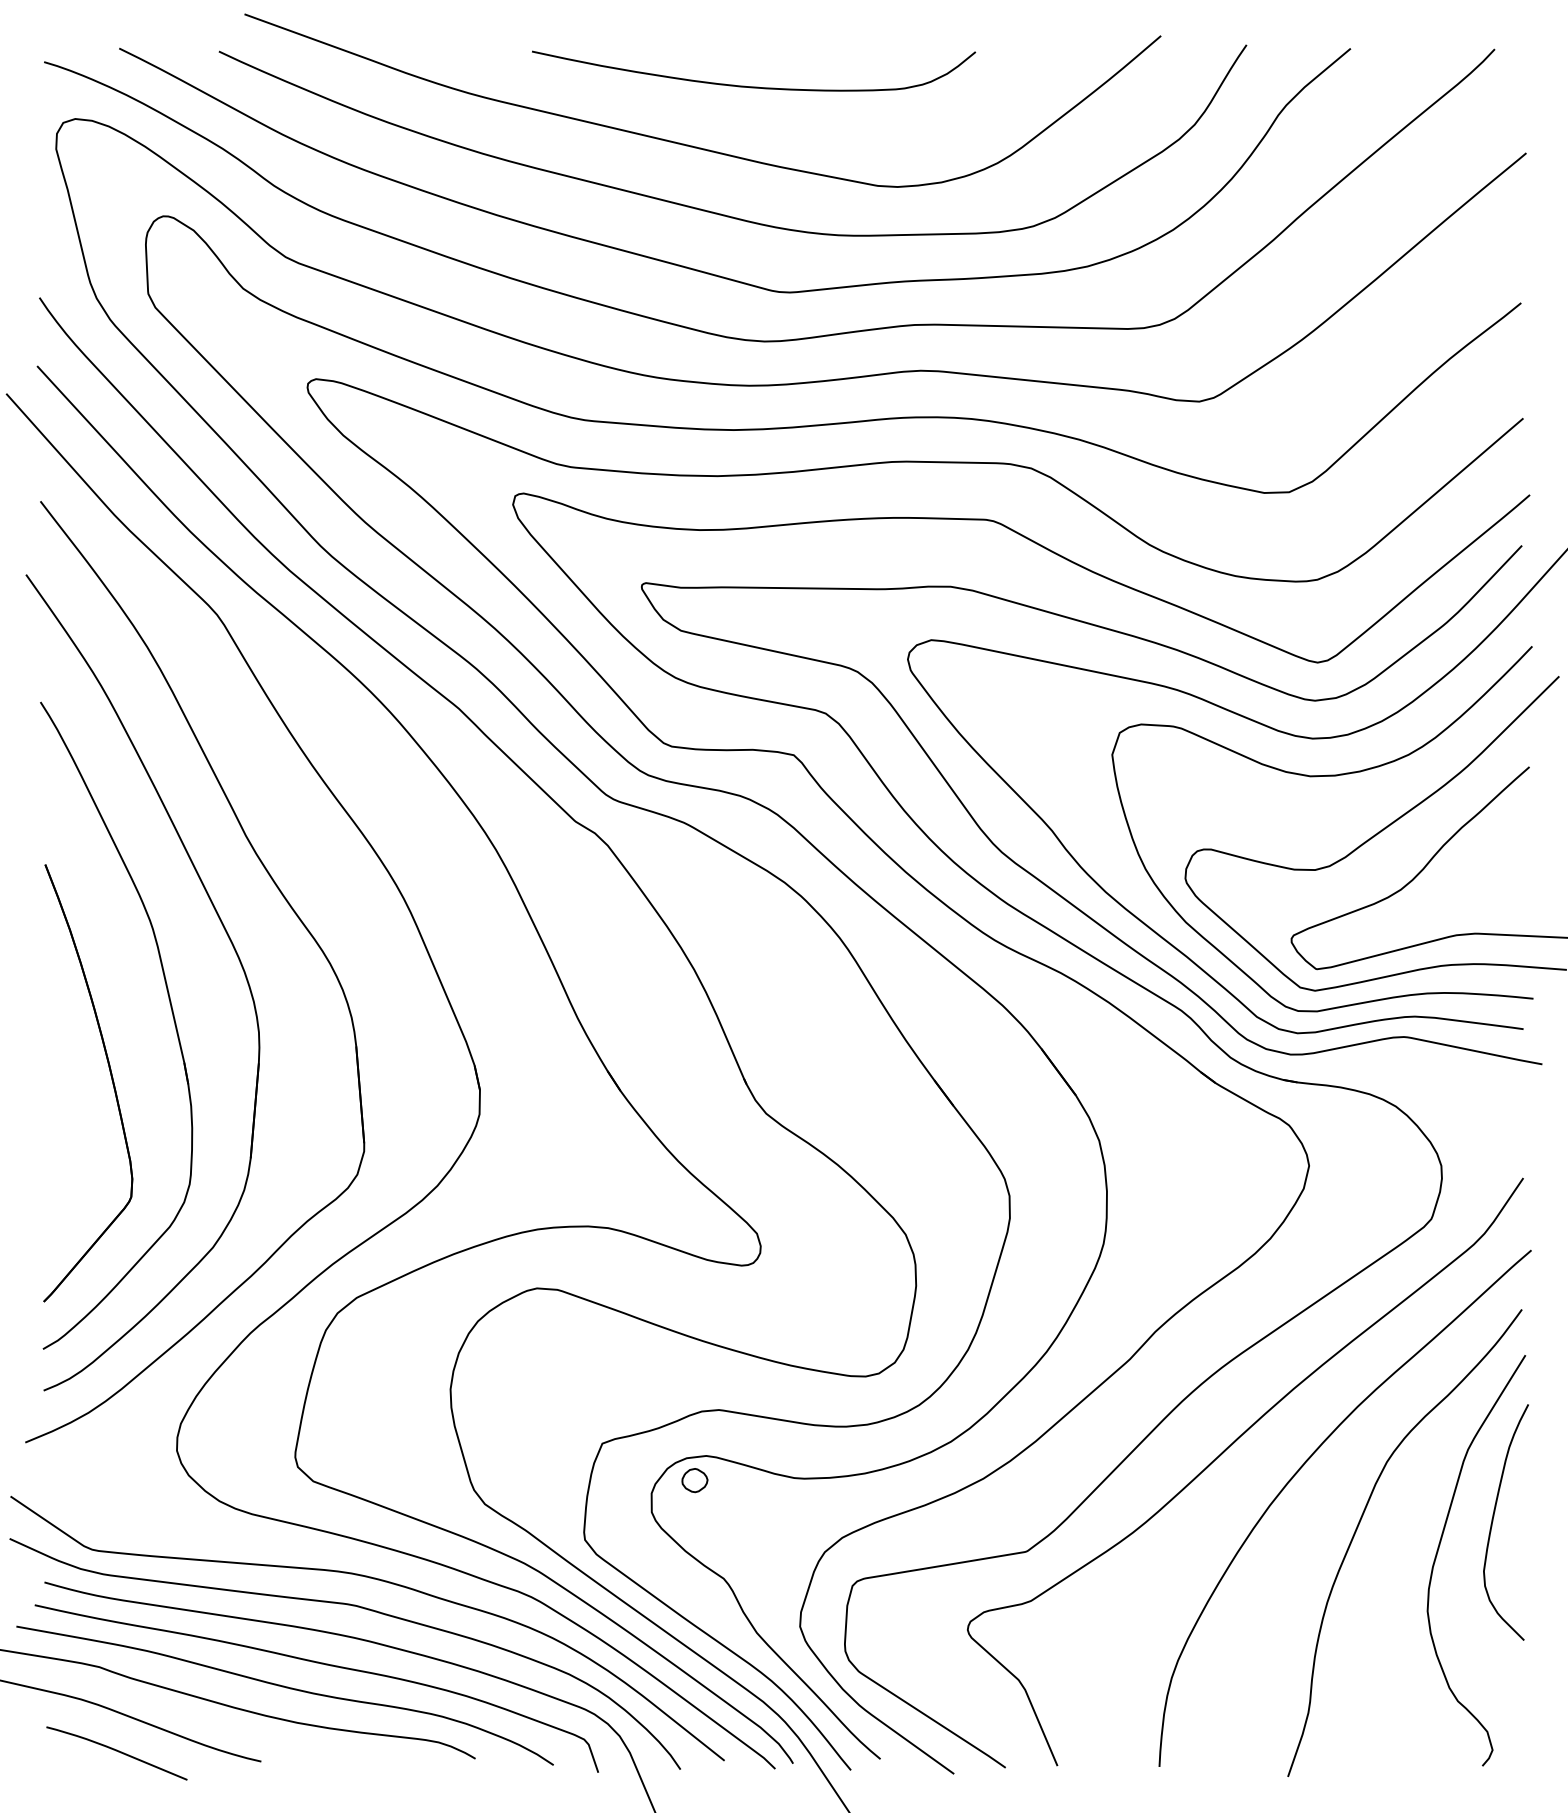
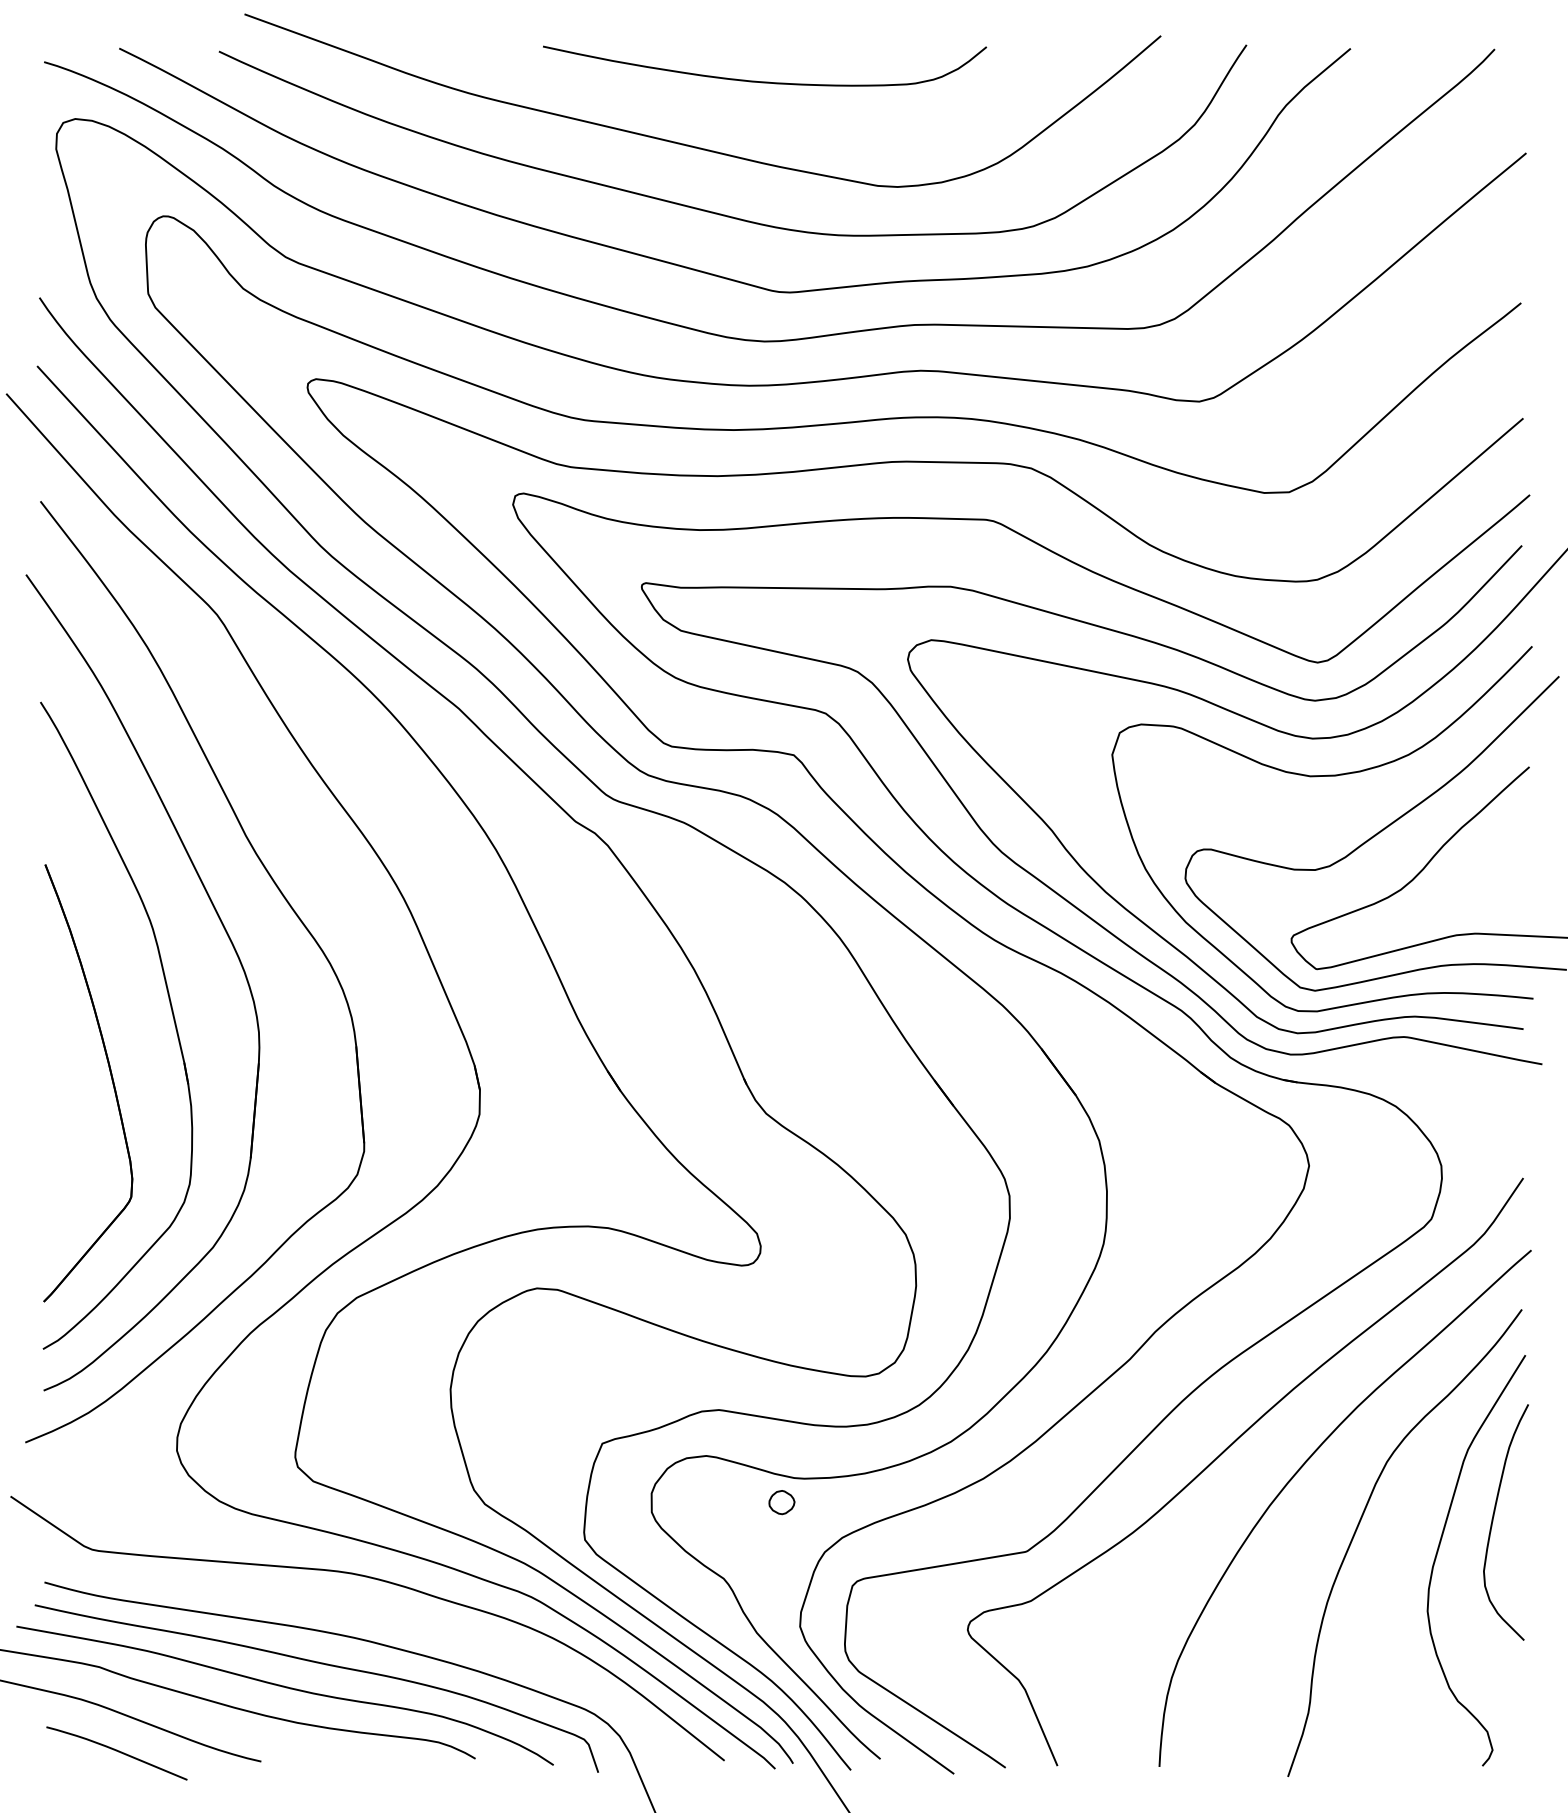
curve at (754, 86) position: (754, 86) -> (765, 81)
part at (694, 1480) position: (694, 1480) -> (781, 1502)
curve at (352, 1606): present -> none
